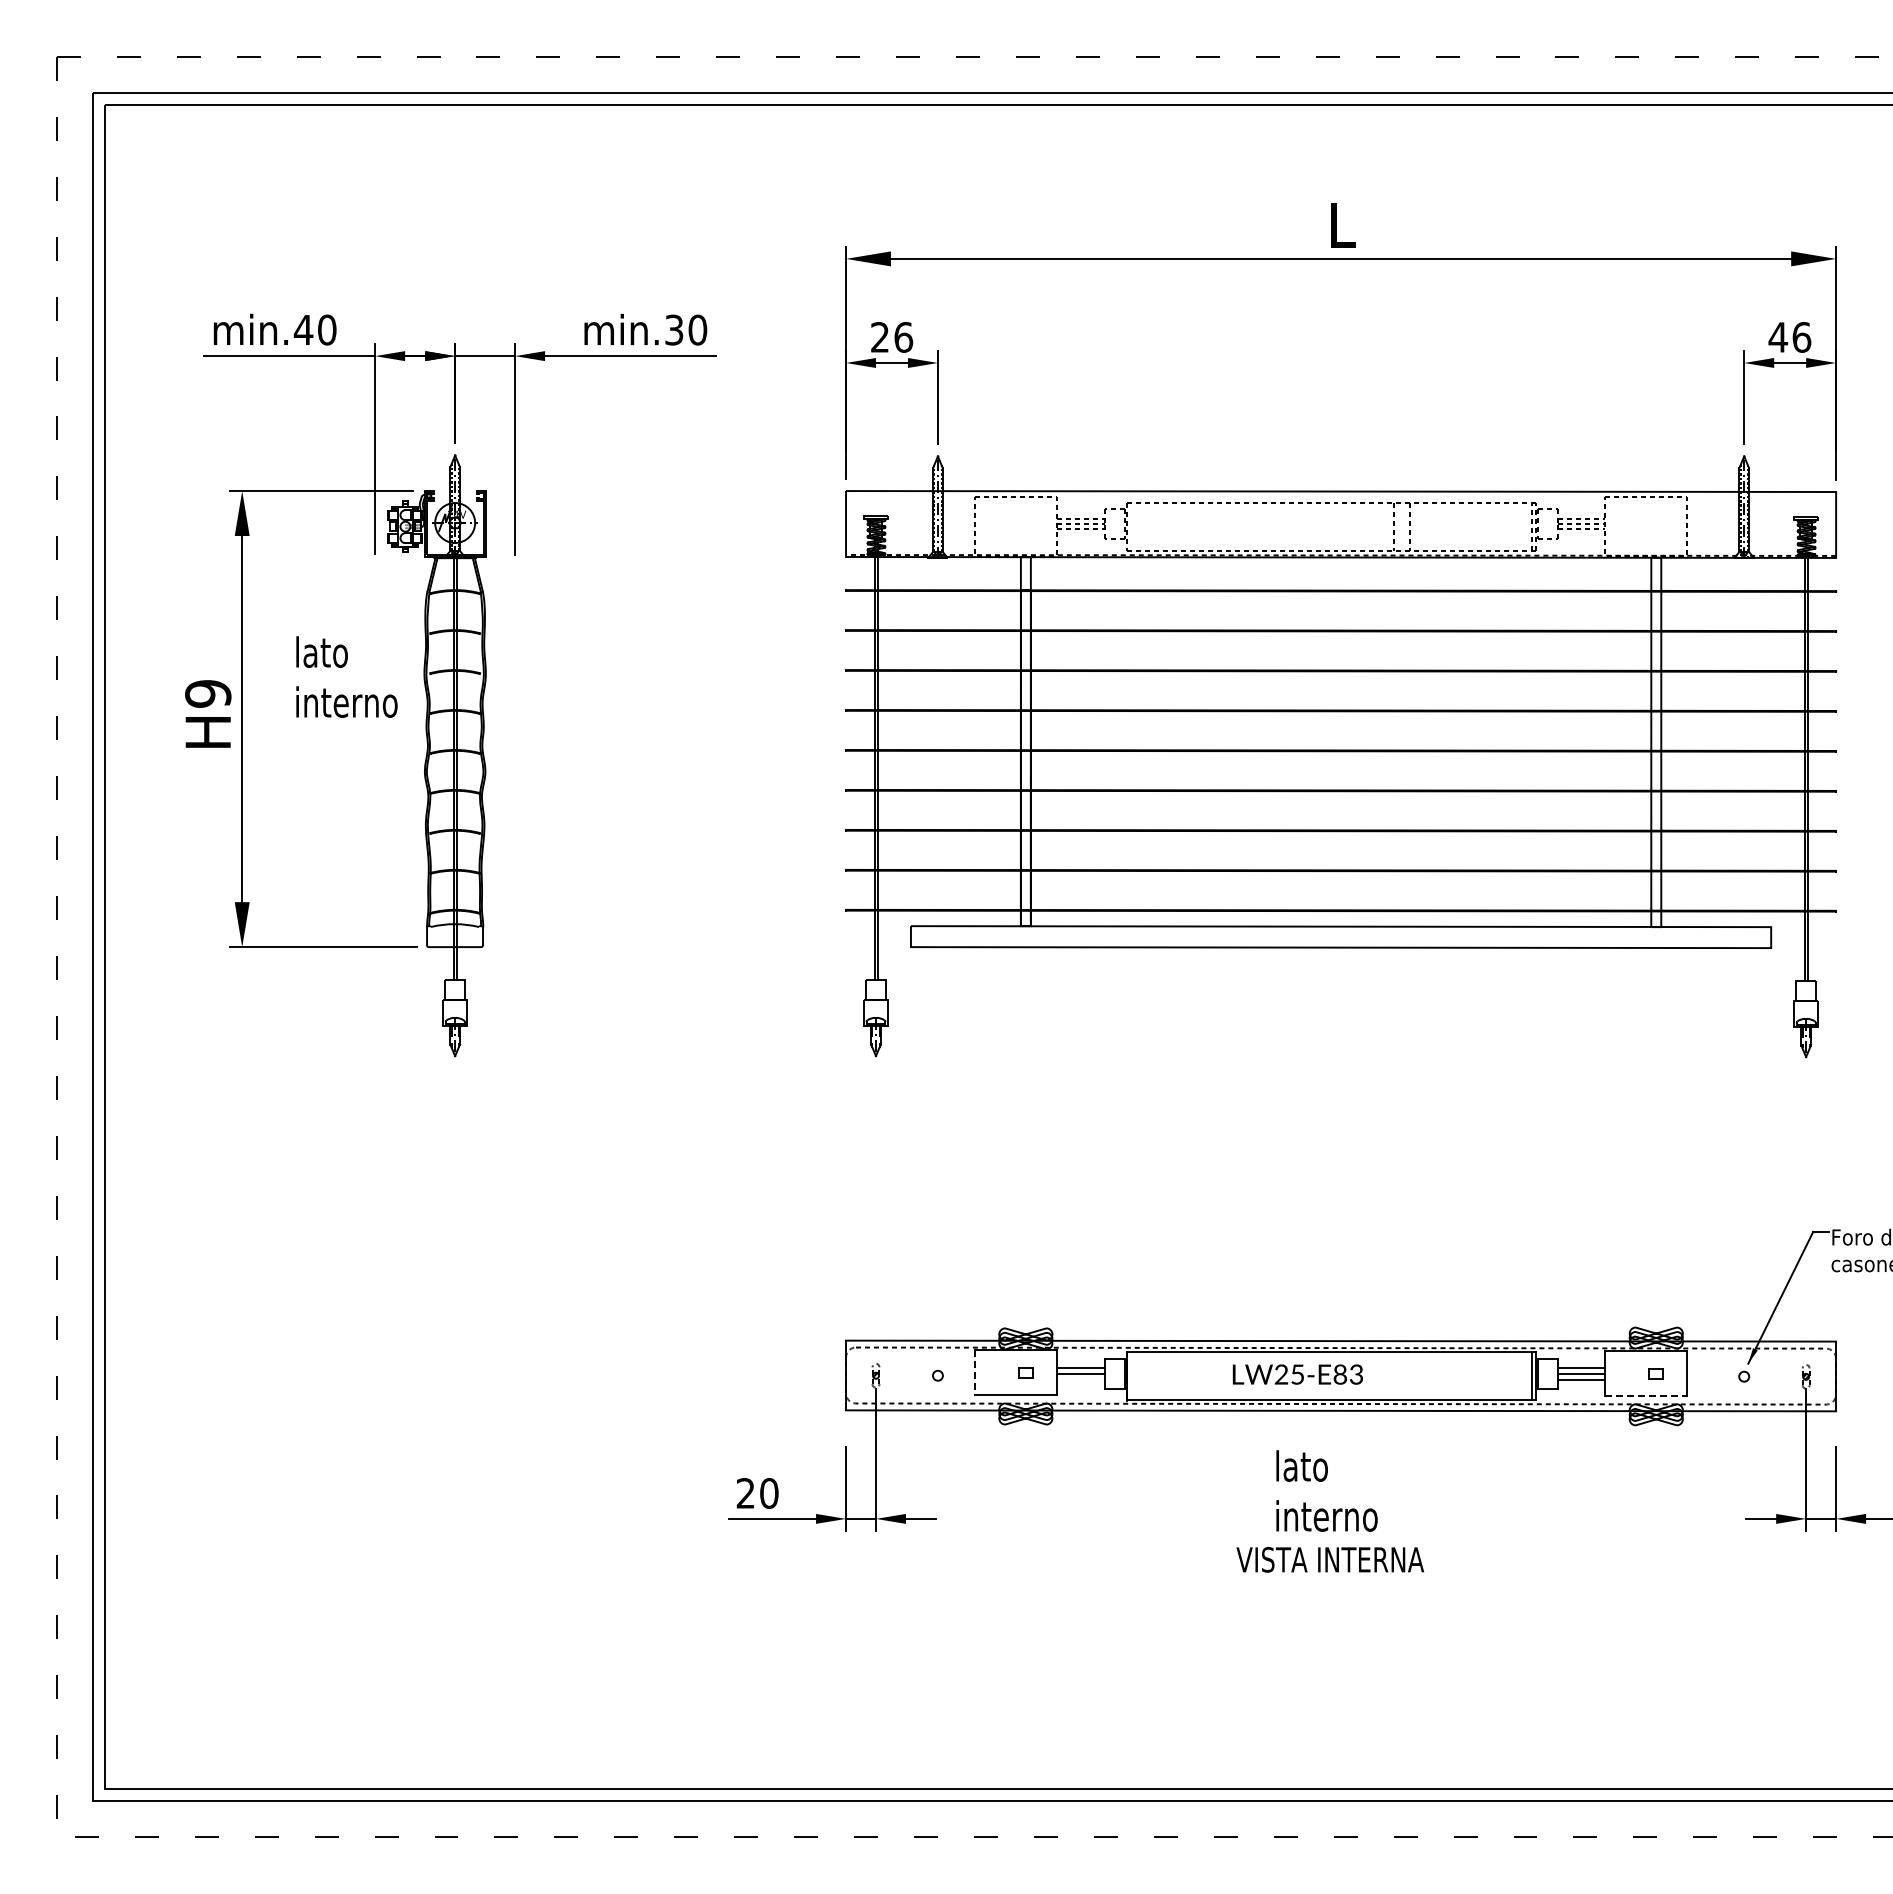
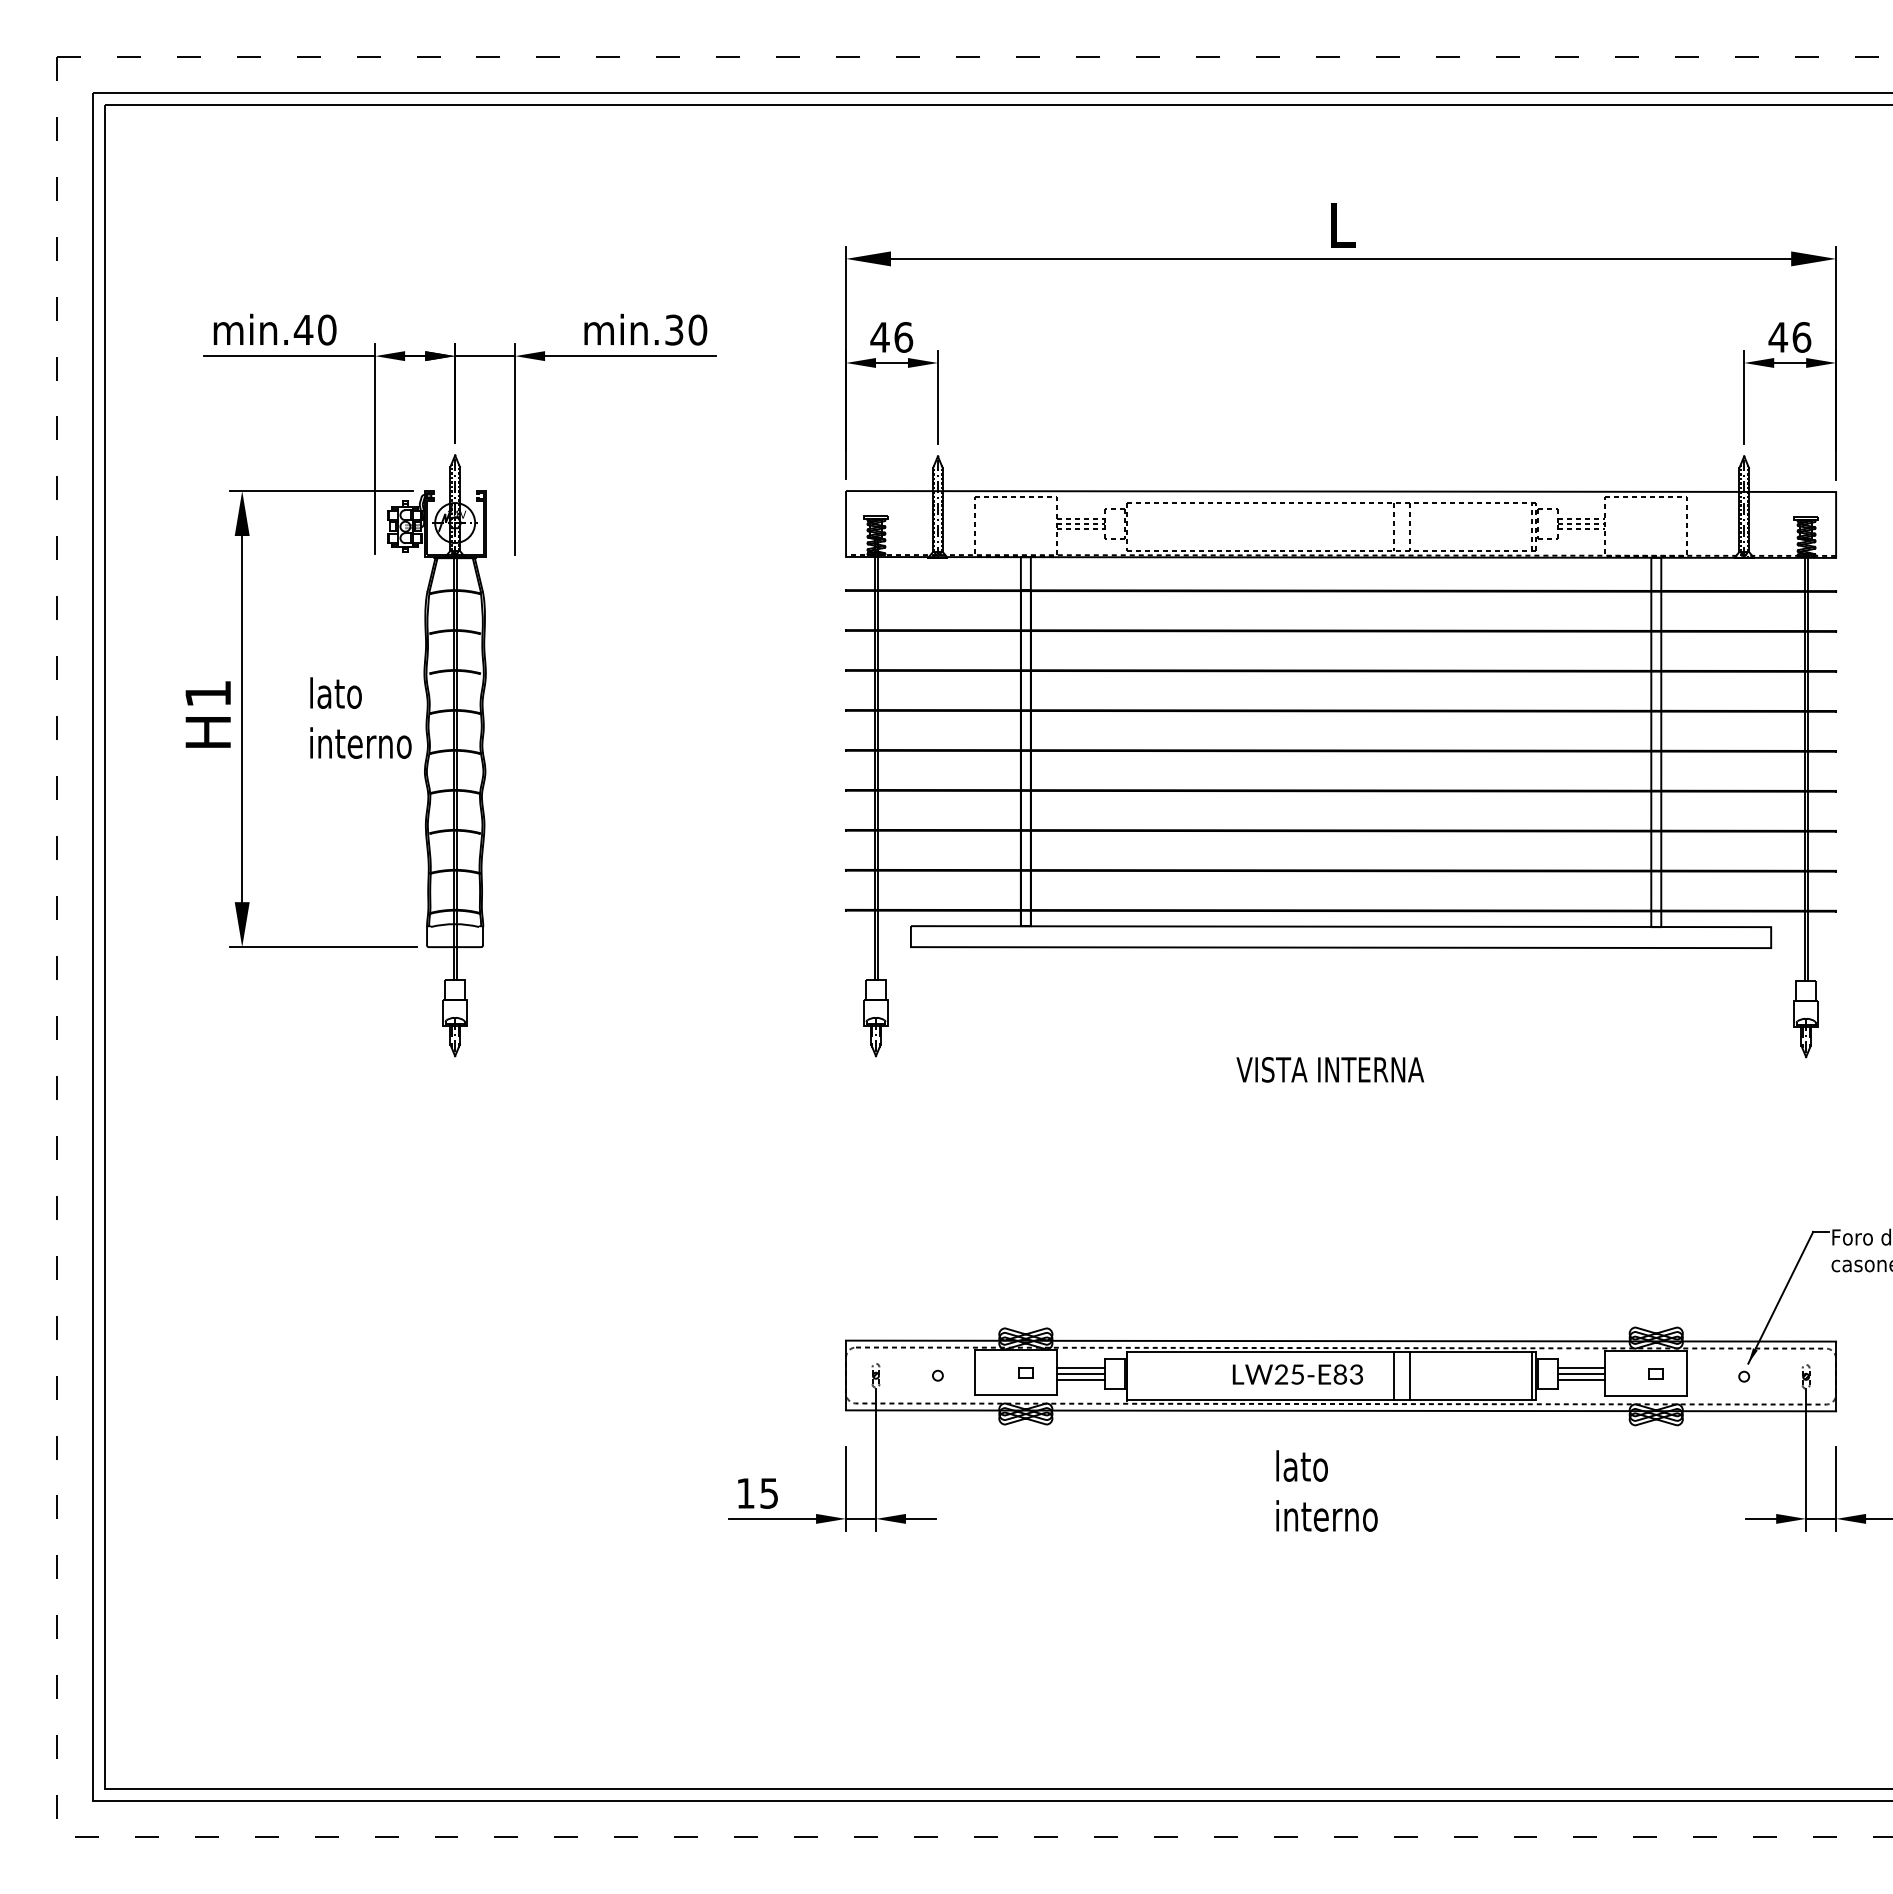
text at (879, 337): 26 -> 46
text at (346, 676) position: (346, 676) -> (360, 717)
text at (208, 693): H9 -> H1
line at (974, 1373): dashed -> solid
line at (1394, 1376): none -> present
line at (1410, 1376): none -> present
line at (1080, 1379): none -> present
line at (1646, 1396): dashed -> solid
text at (757, 1493): 20 -> 15
text at (1329, 1559) position: (1329, 1559) -> (1329, 1069)
